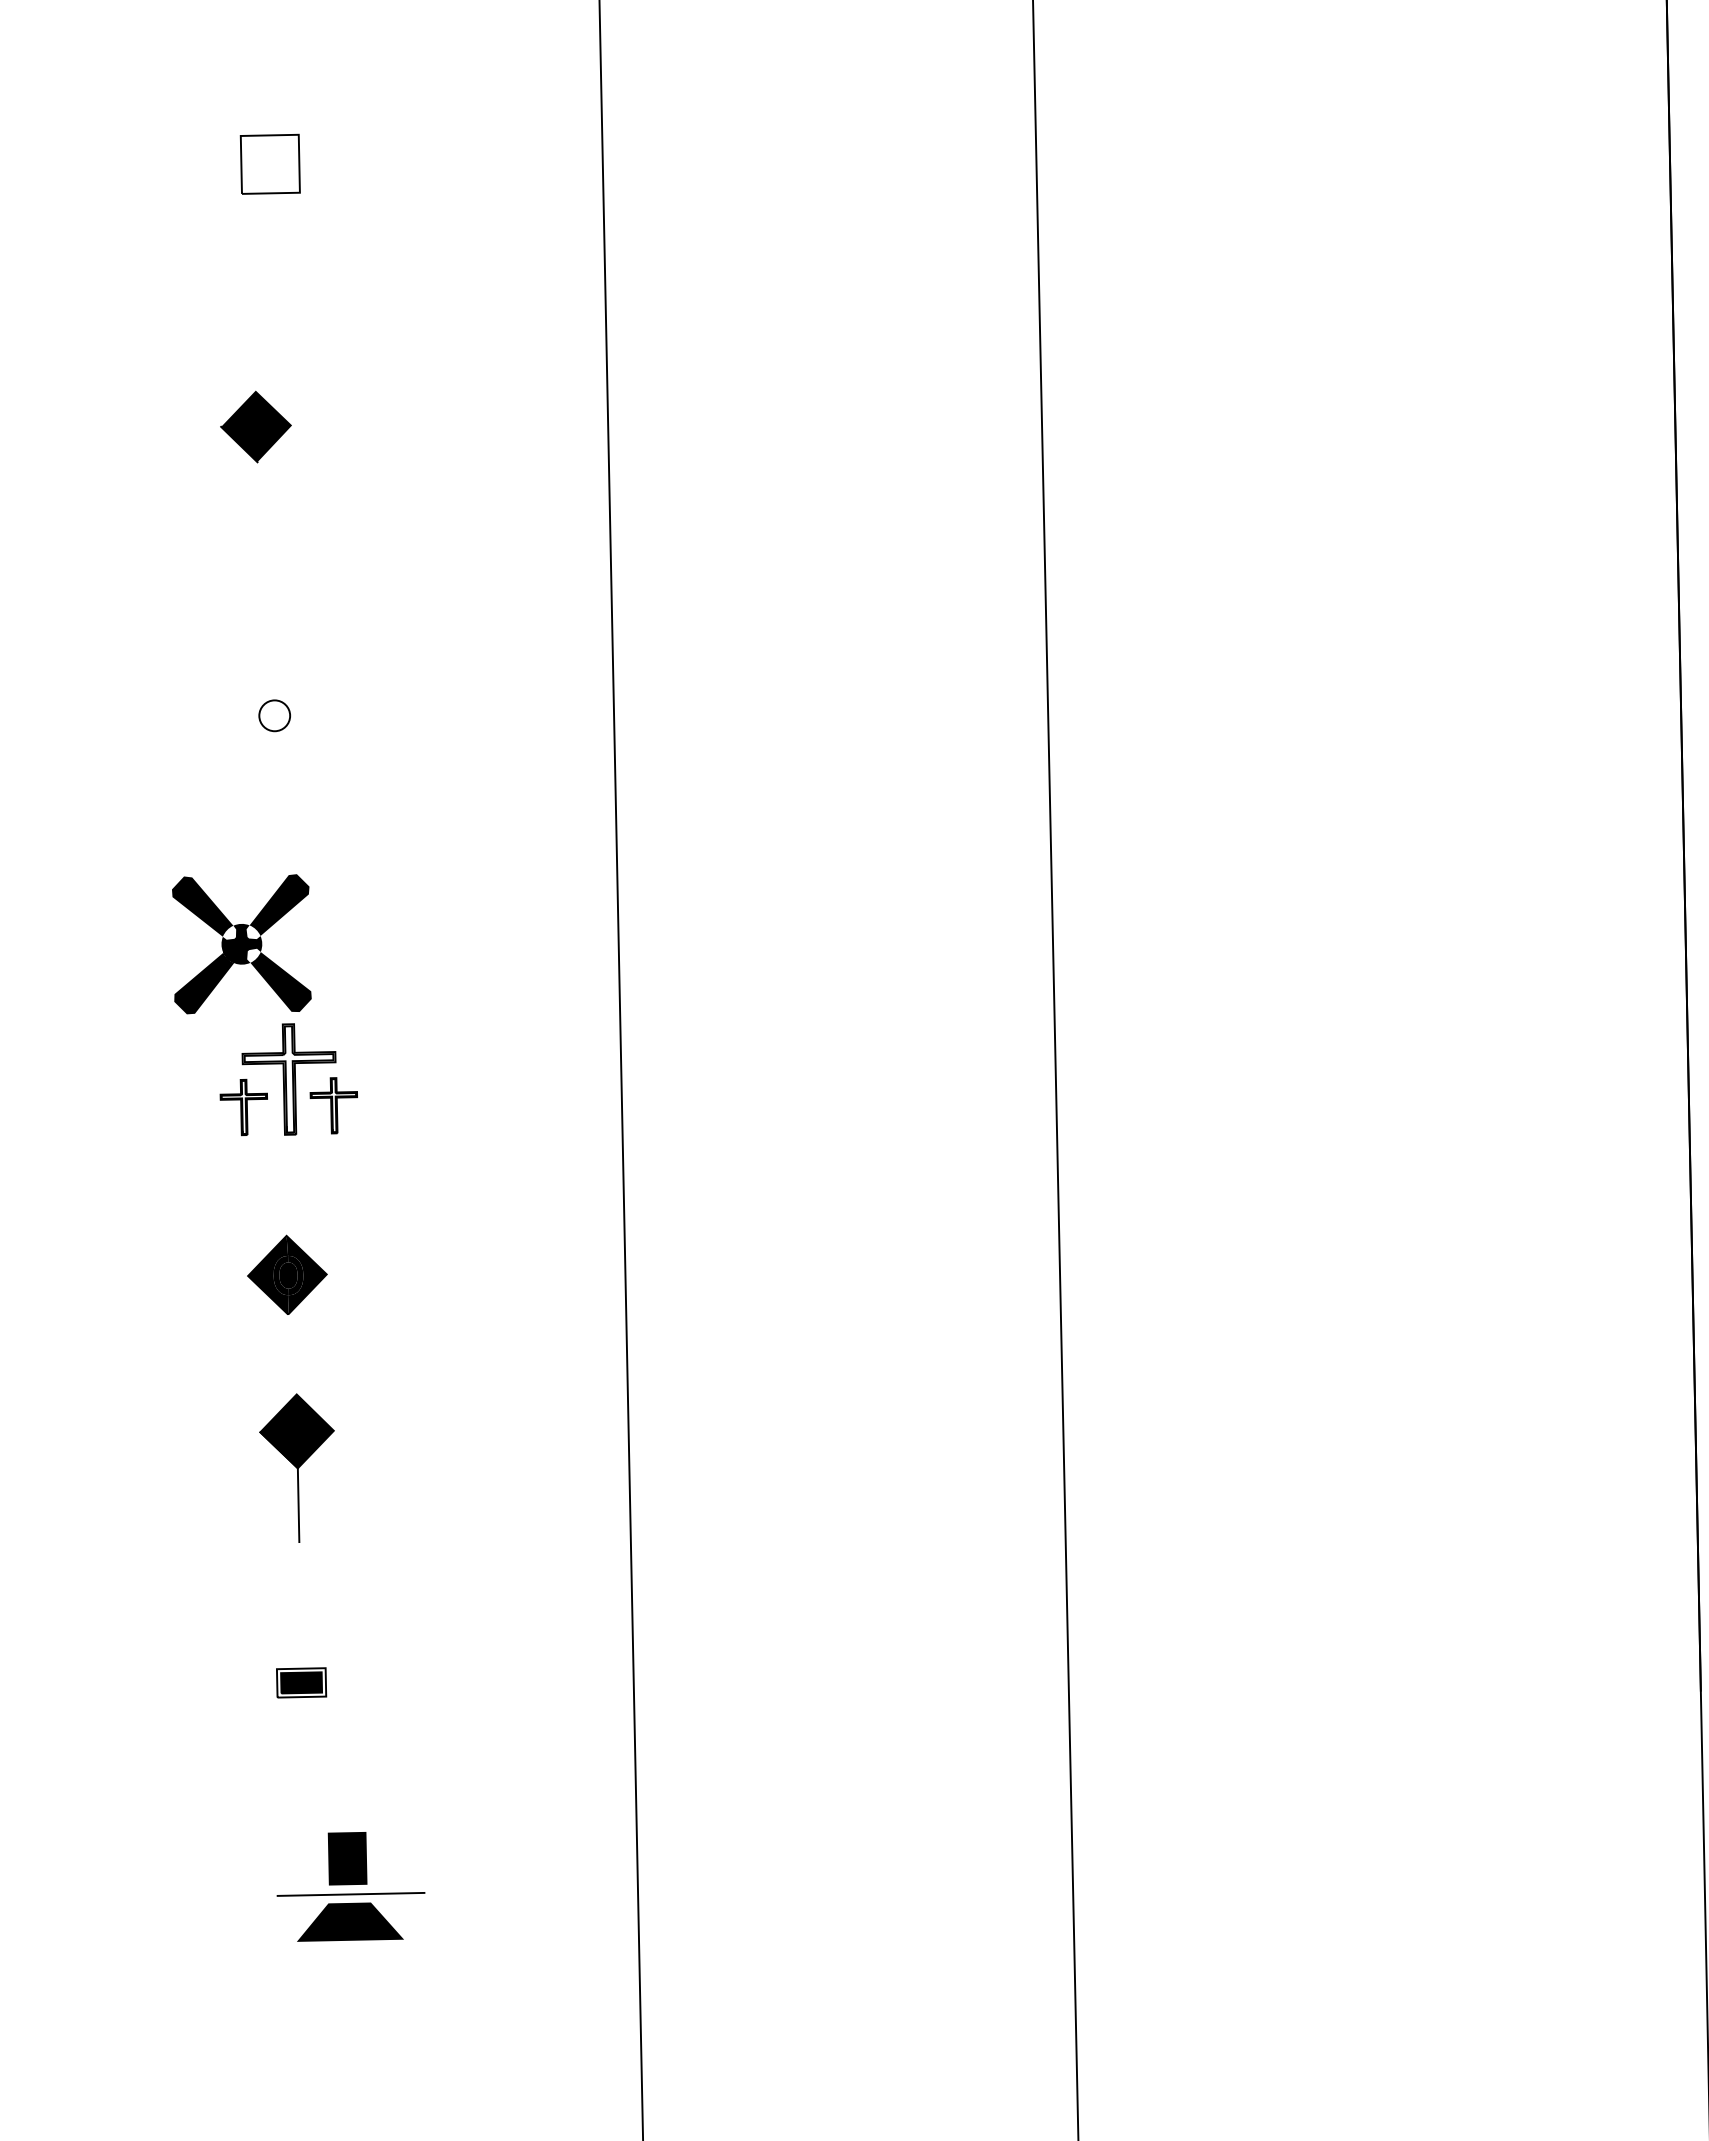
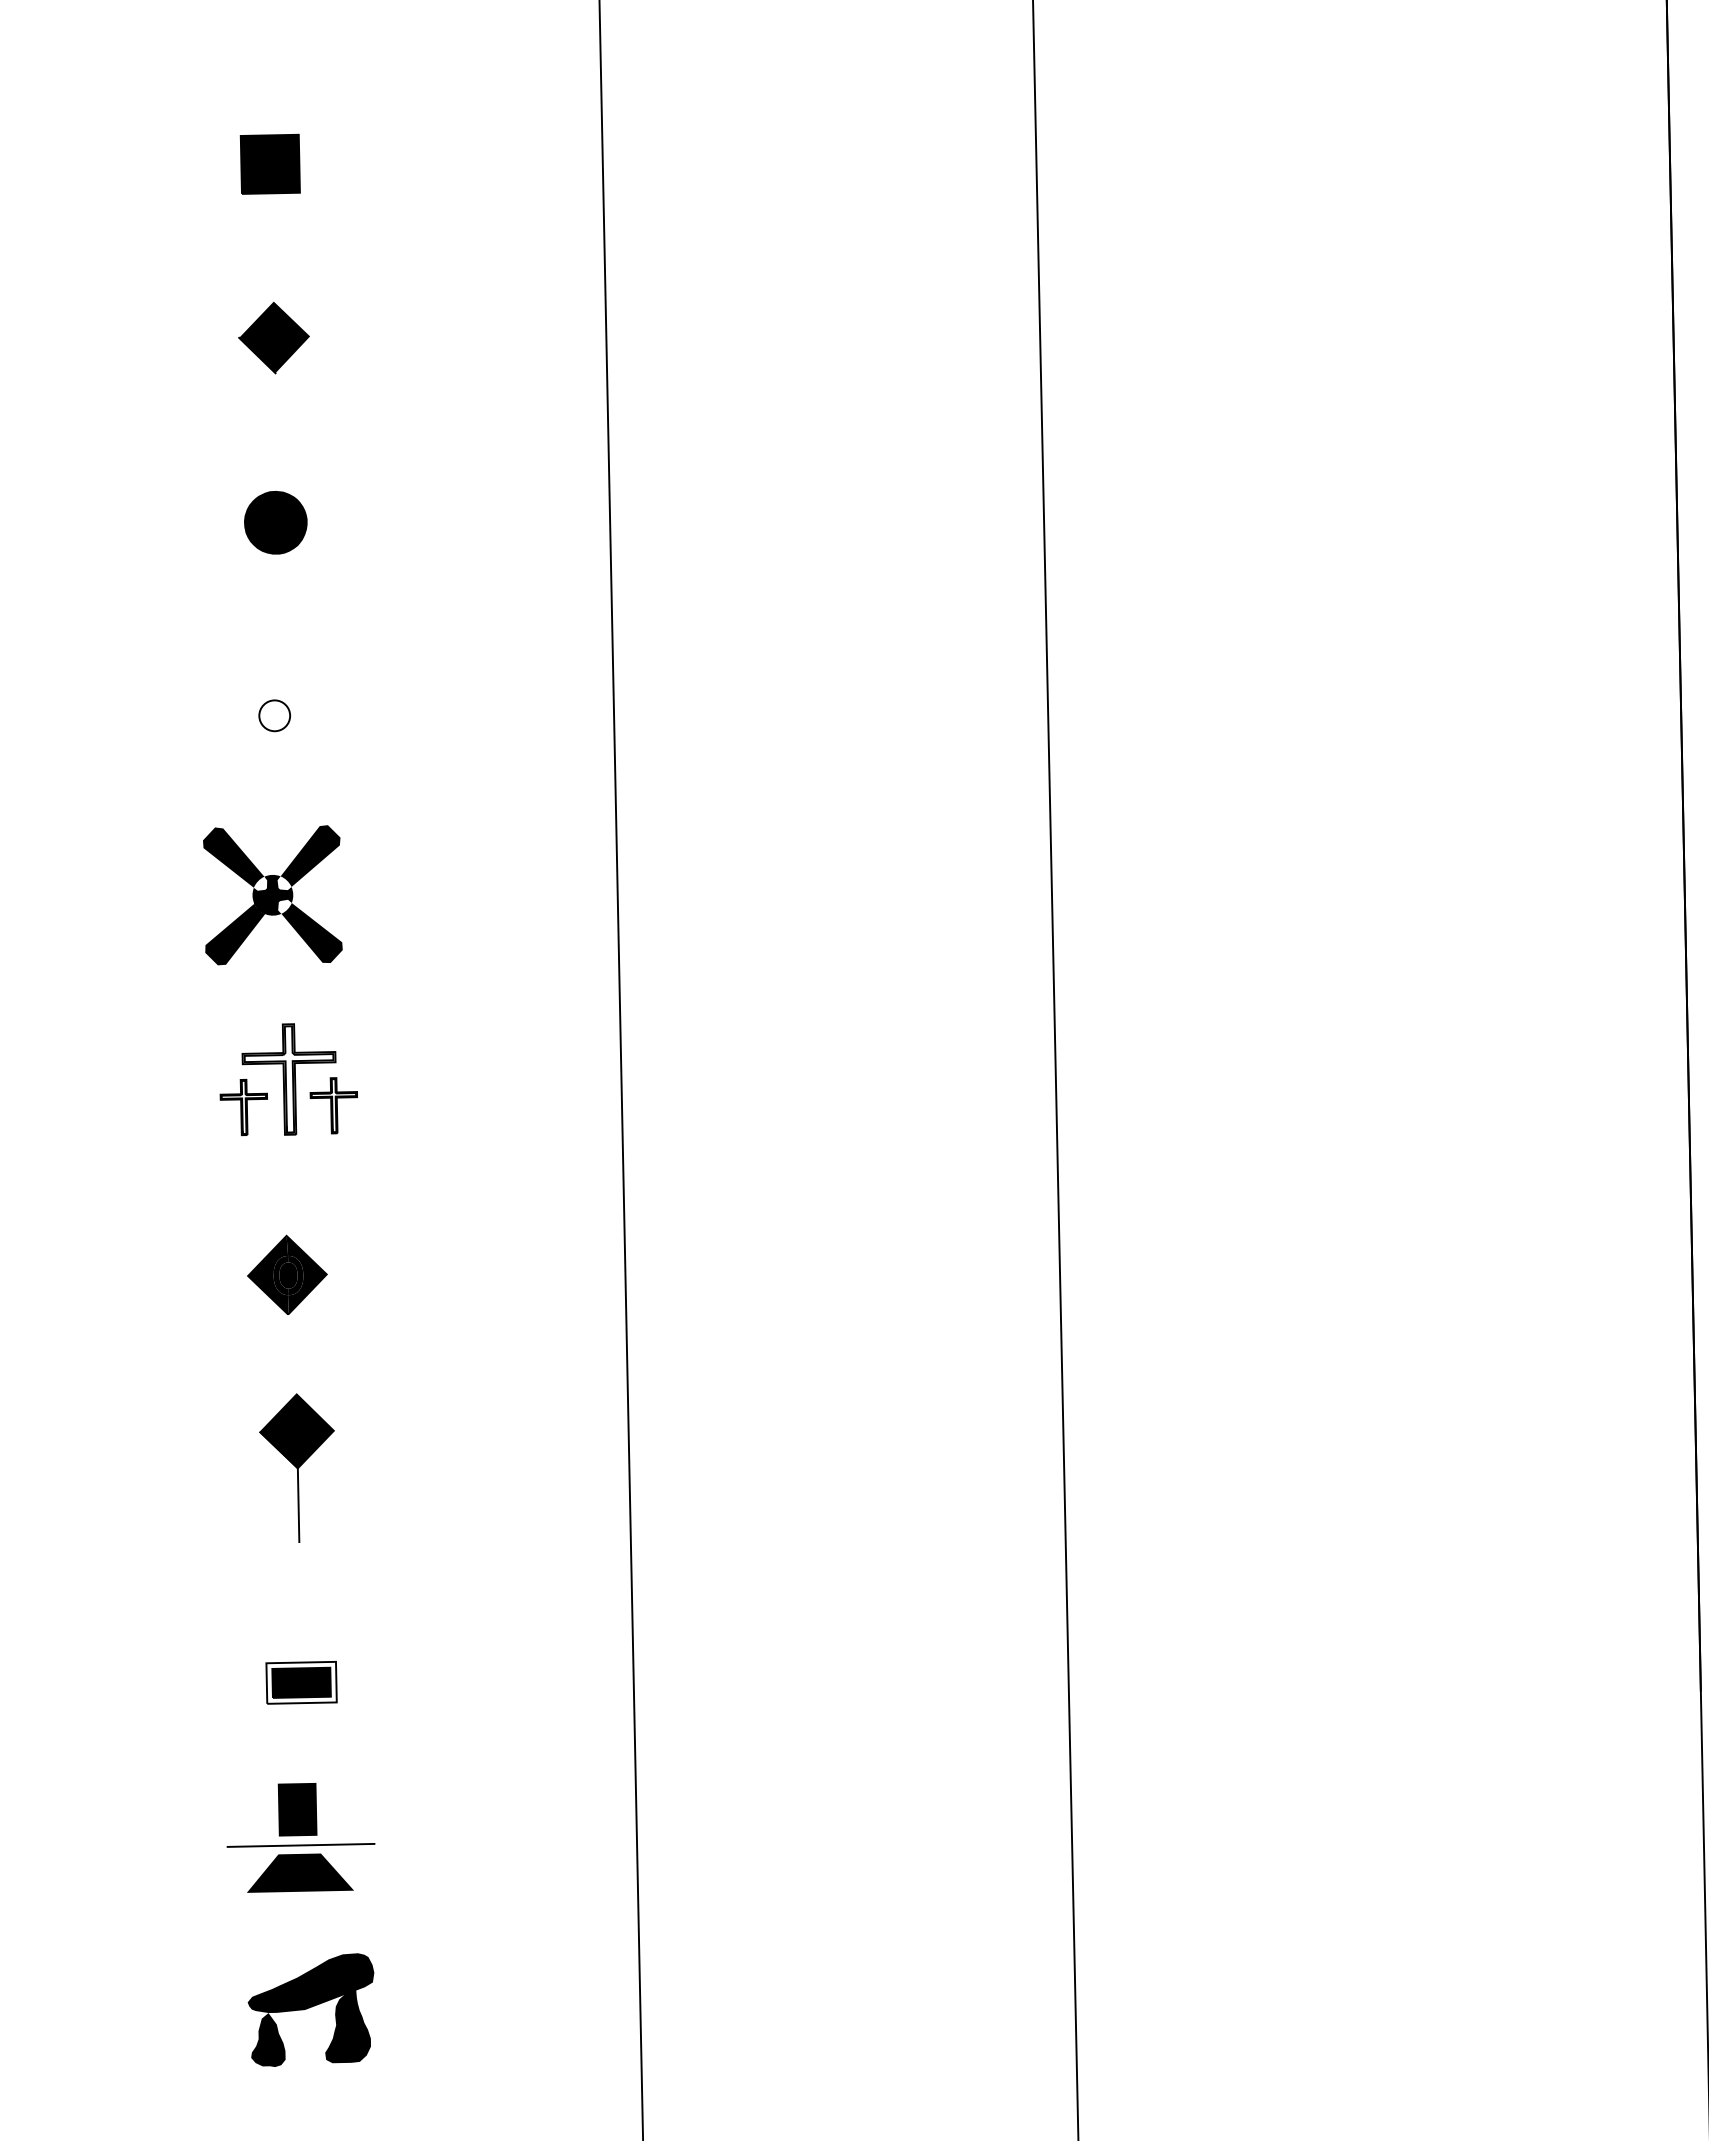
fill at (269, 163): none -> present
part at (255, 426) position: (255, 426) -> (273, 337)
fill at (275, 522): none -> present
part at (241, 944) position: (241, 944) -> (272, 895)
part at (301, 1682) size: 52x32 px -> 73x44 px
part at (350, 1886) position: (350, 1886) -> (300, 1837)
part at (310, 2009): none -> present
